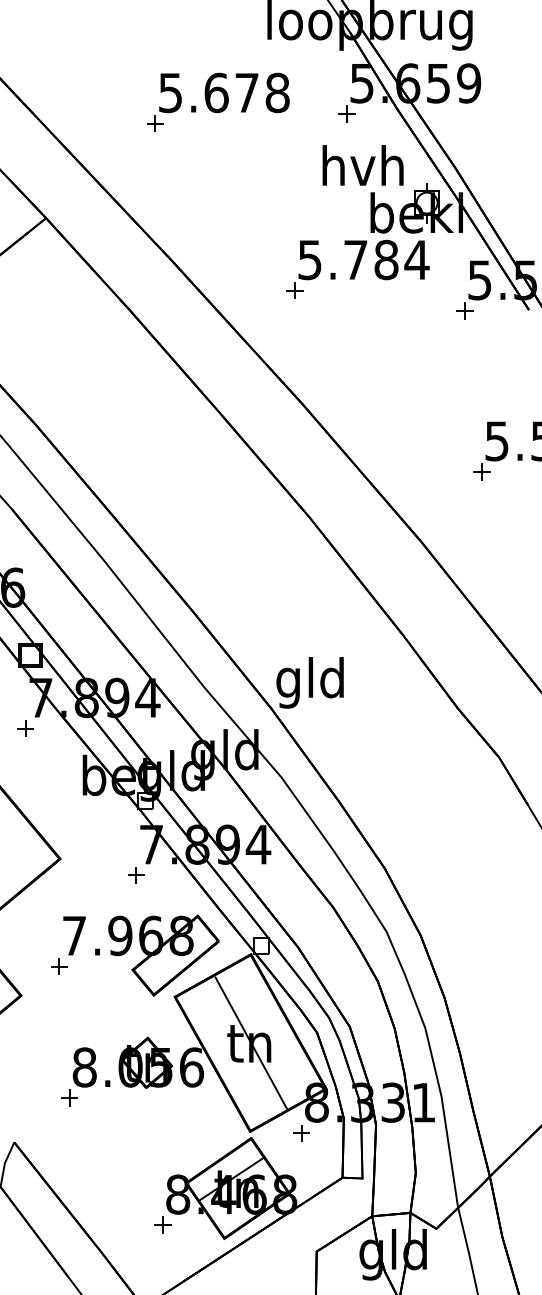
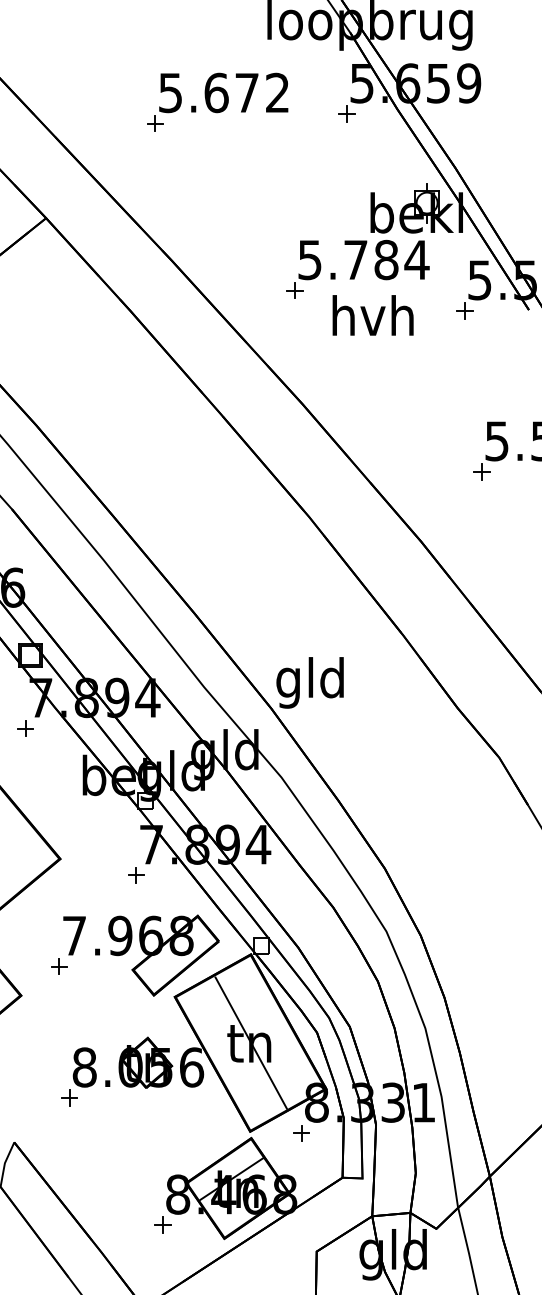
text at (277, 92): 5.678 -> 5.672
text at (362, 165) position: (362, 165) -> (372, 315)
